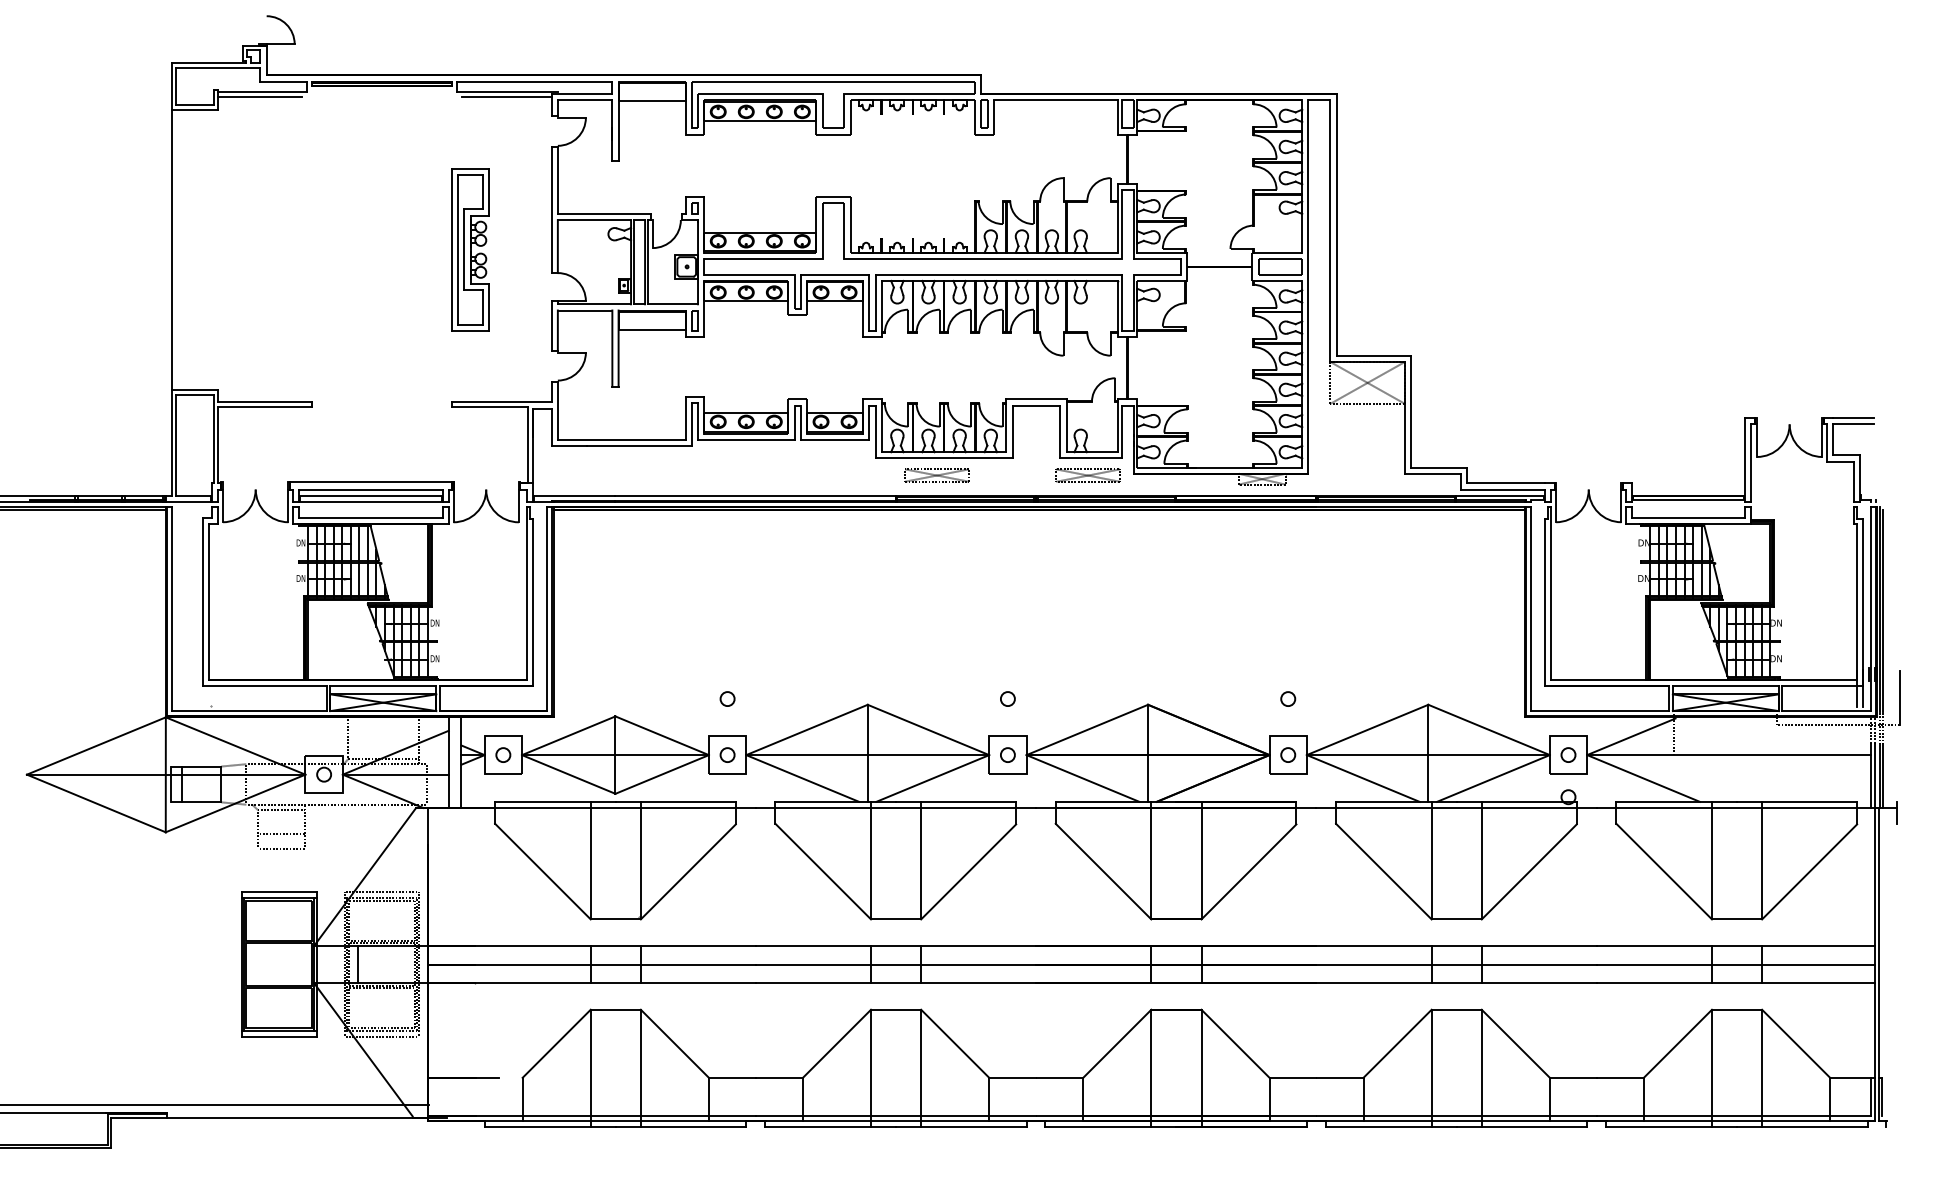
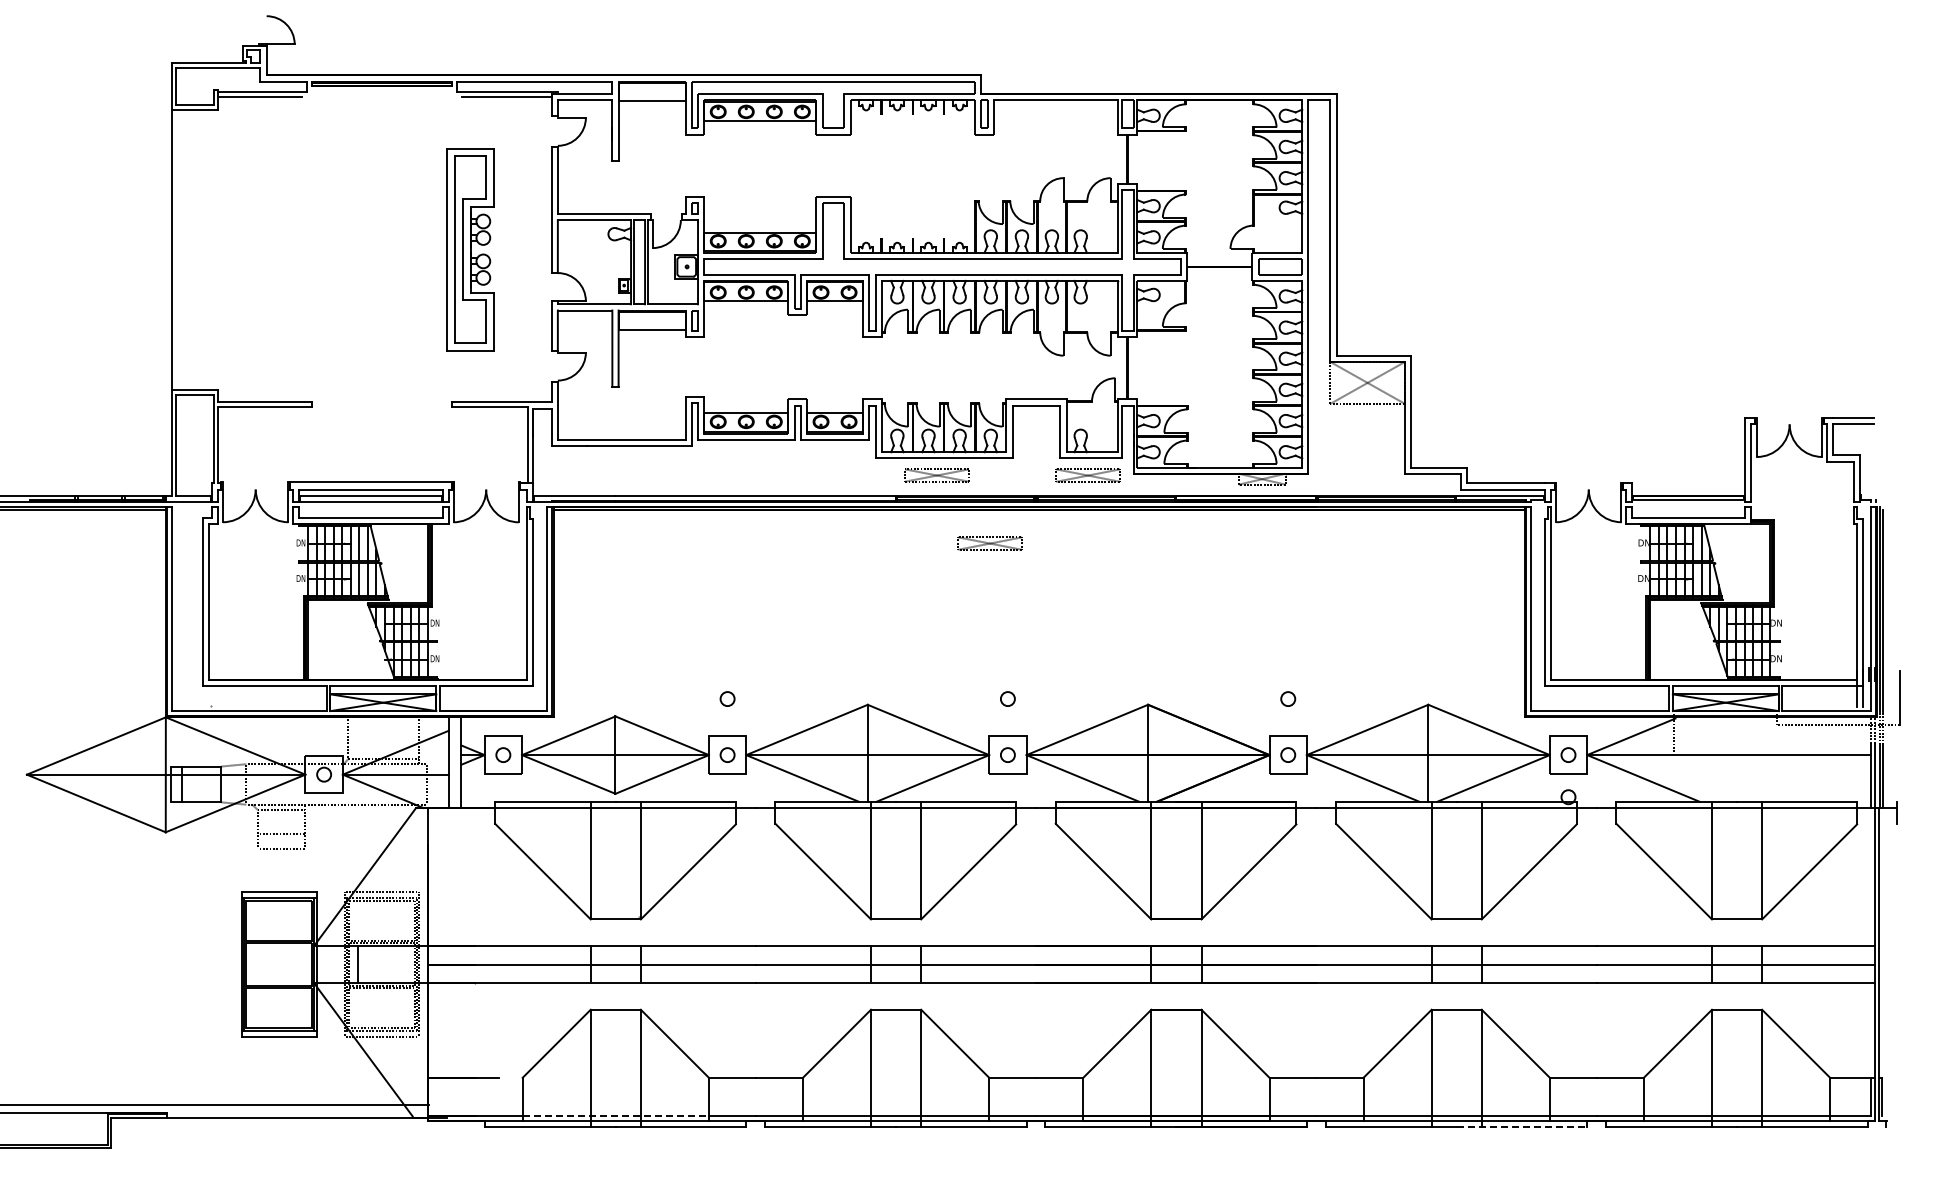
part at (470, 249) size: 39x164 px -> 49x204 px
part at (989, 543): none -> present
line at (616, 1116): solid -> dashed
line at (1522, 1127): solid -> dashed
